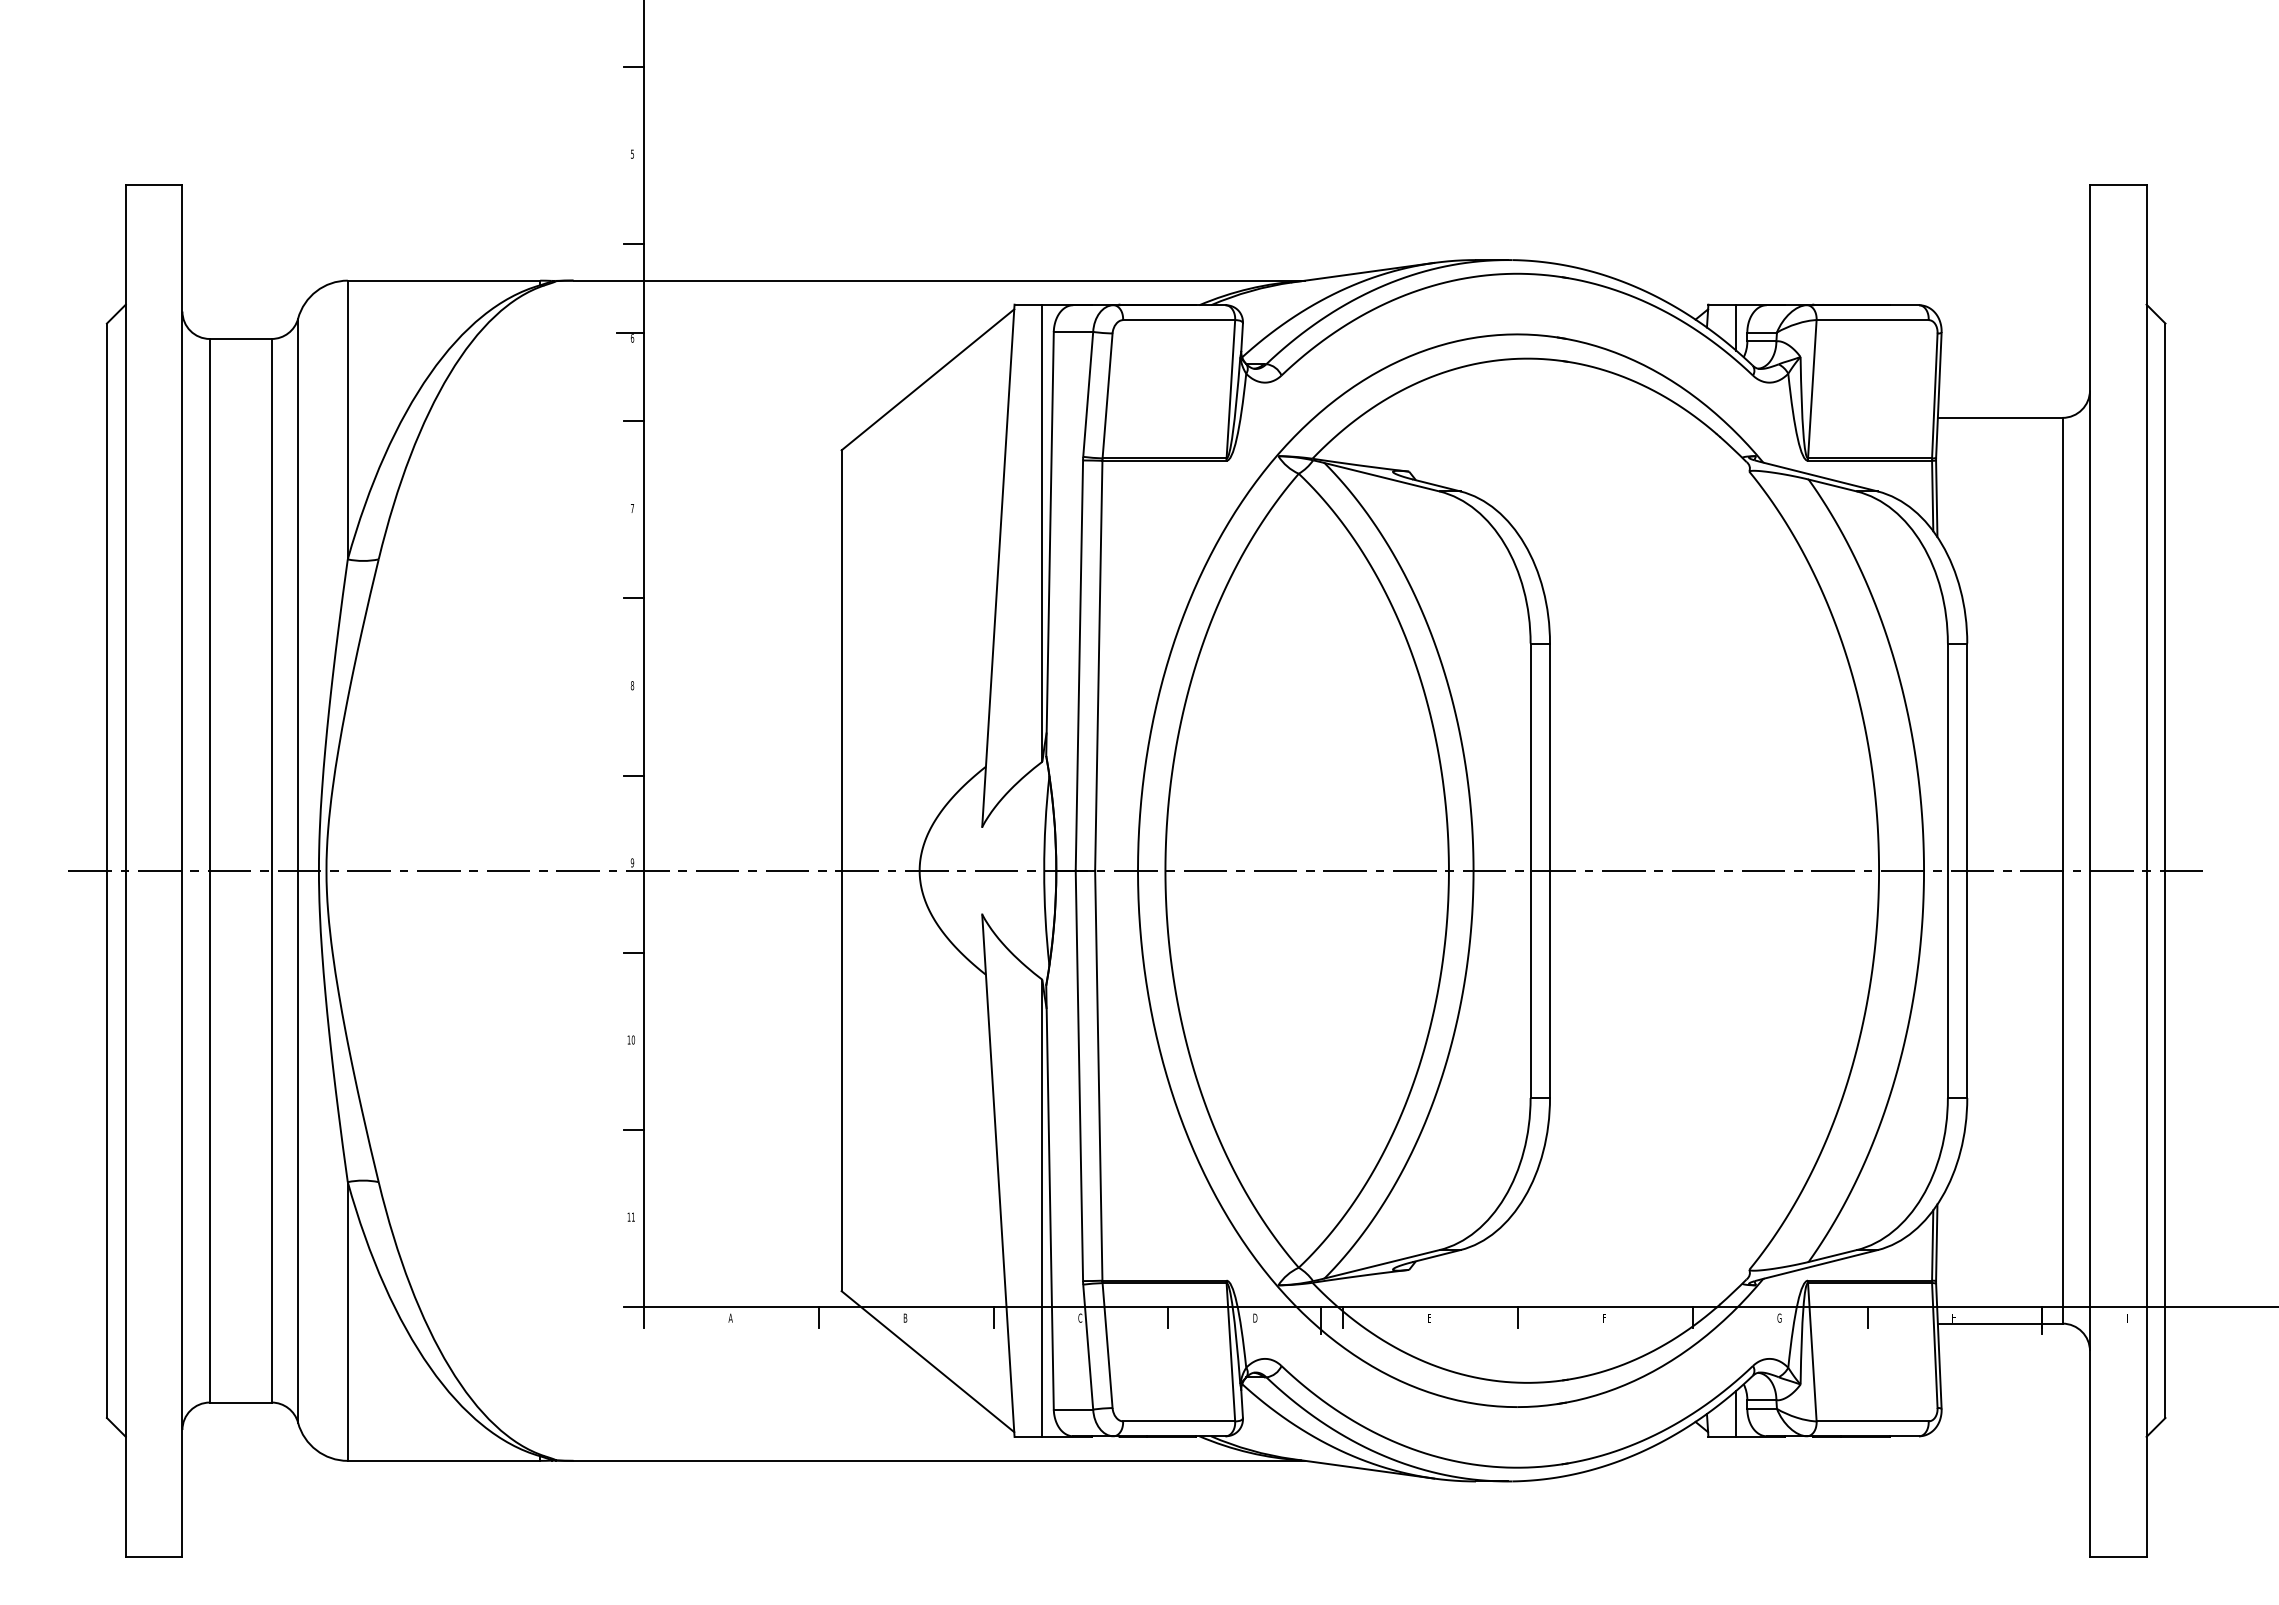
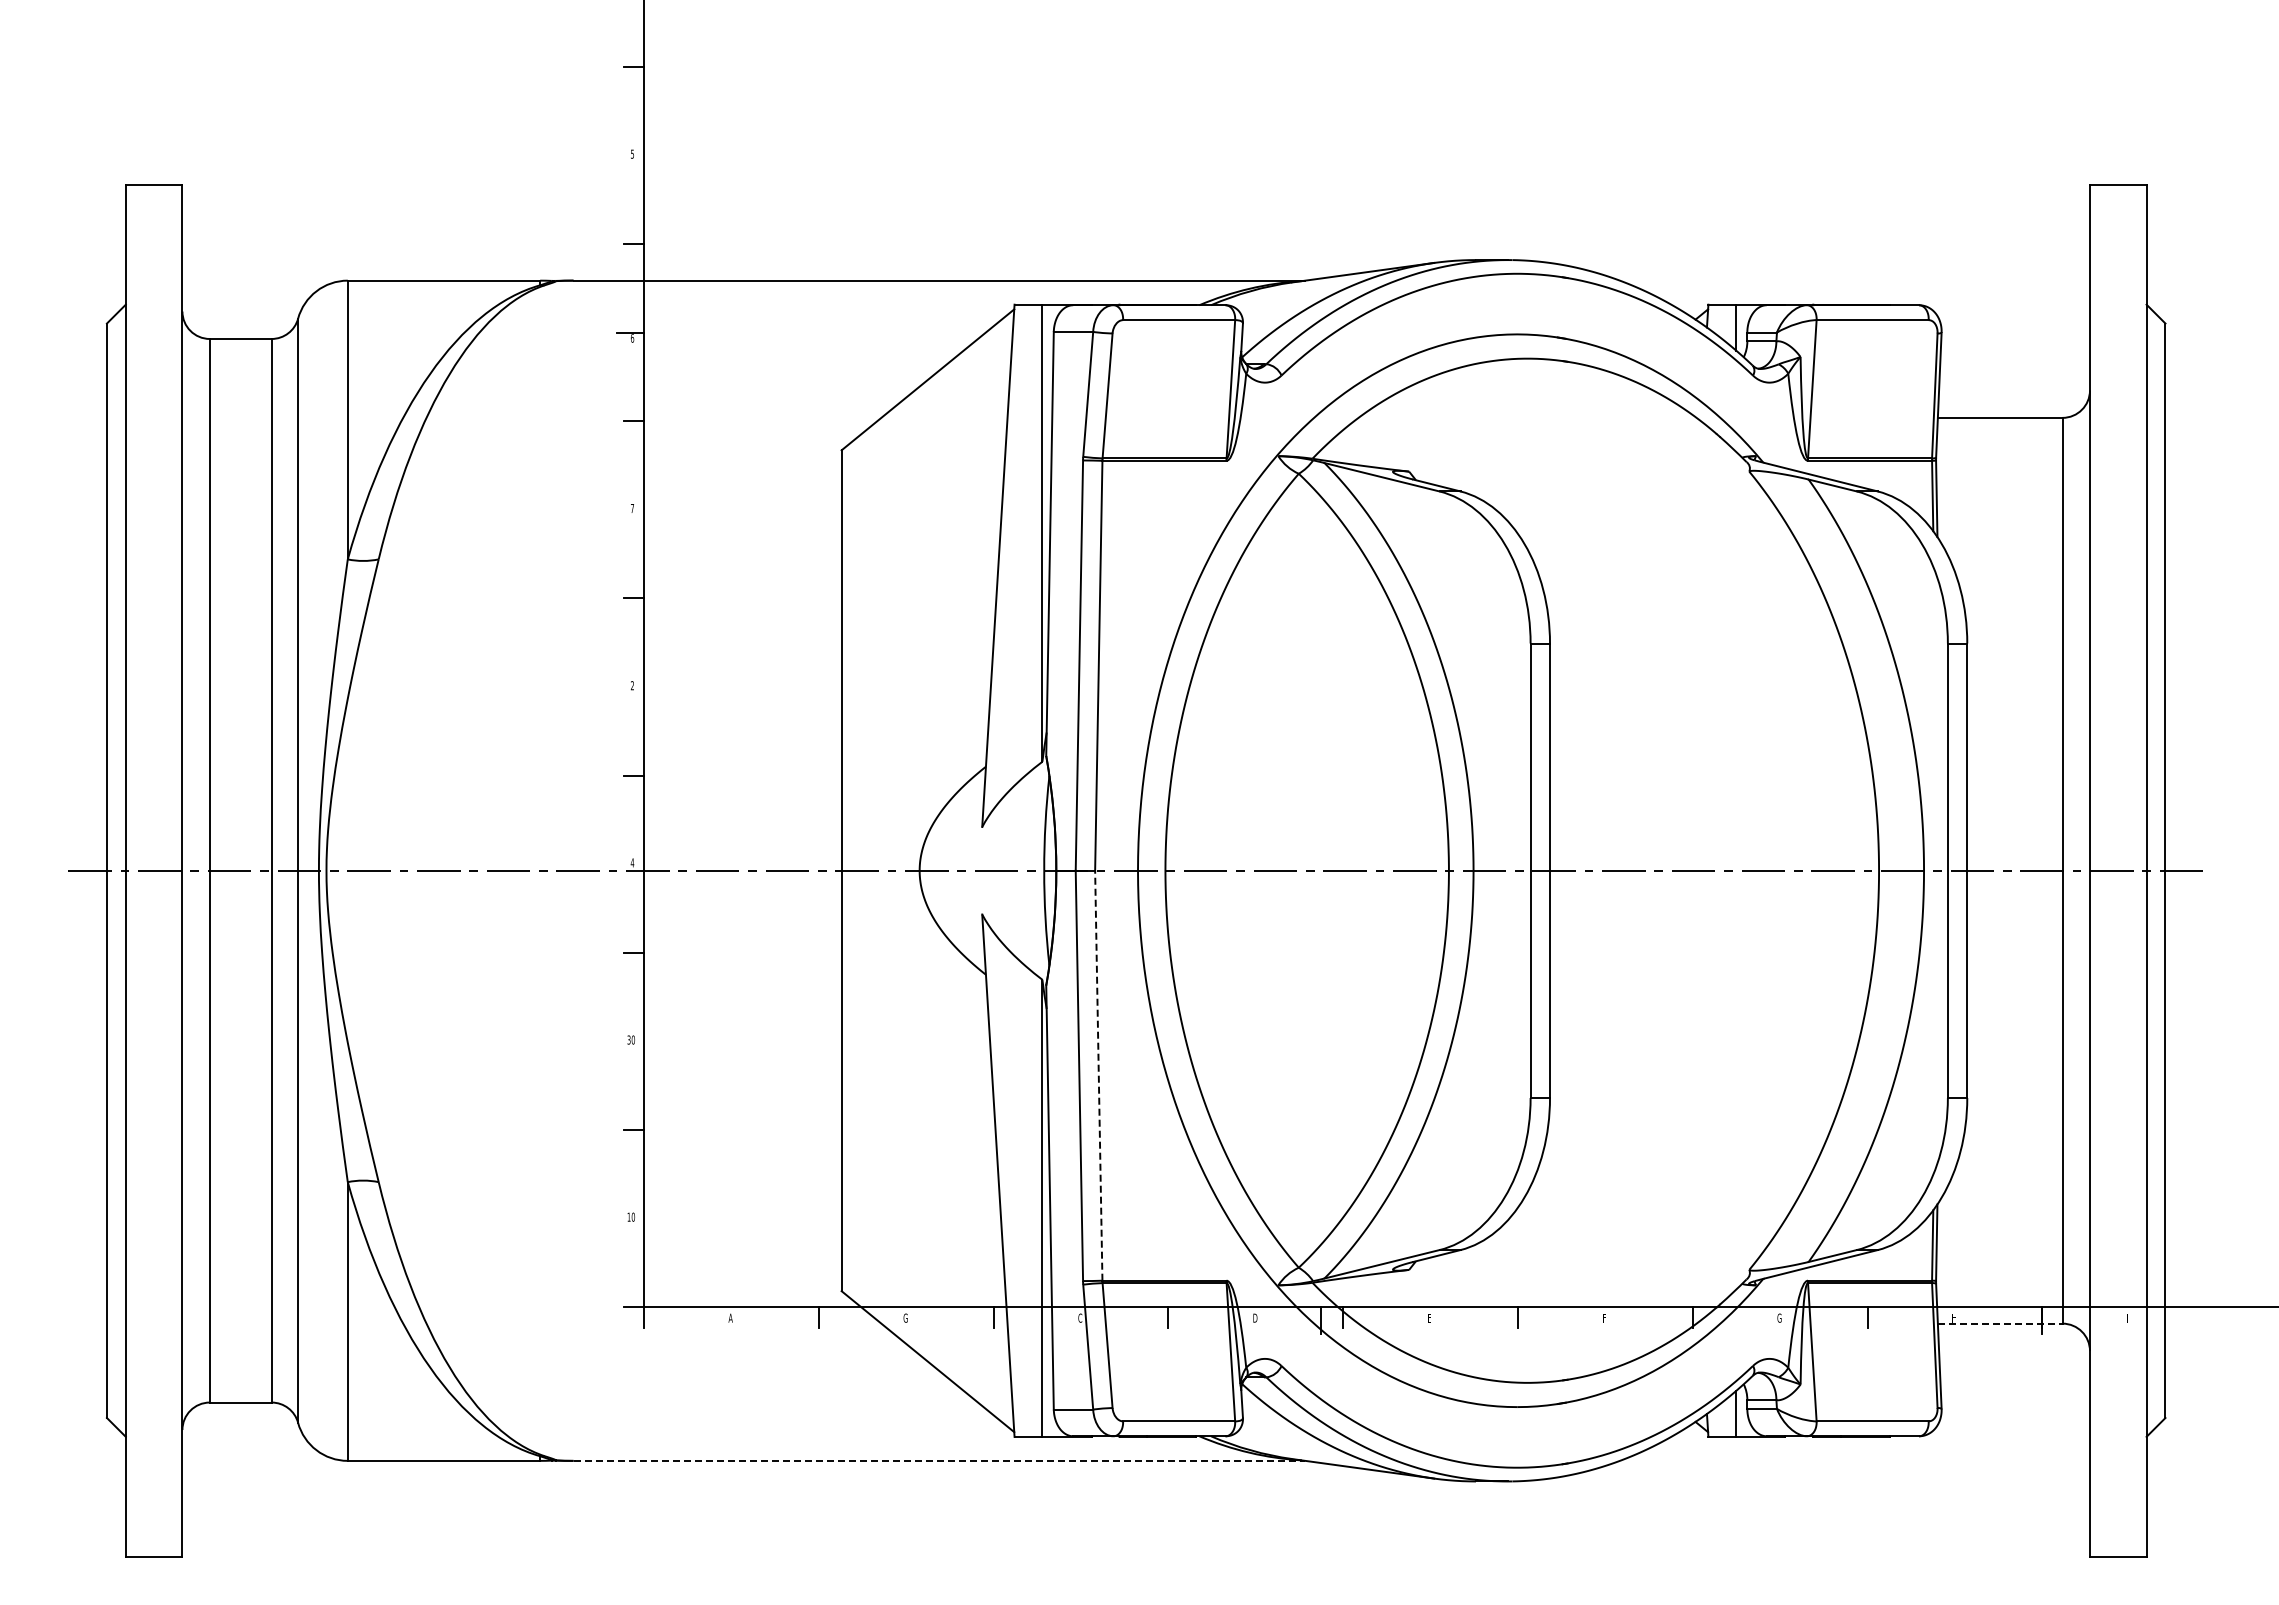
text at (632, 685): 8 -> 2
text at (632, 862): 9 -> 4
text at (628, 1039): 10 -> 30
line at (1098, 1075): solid -> dashed
text at (633, 1216): 11 -> 10
text at (905, 1317): B -> G
line at (2000, 1323): solid -> dashed
line at (939, 1460): solid -> dashed
